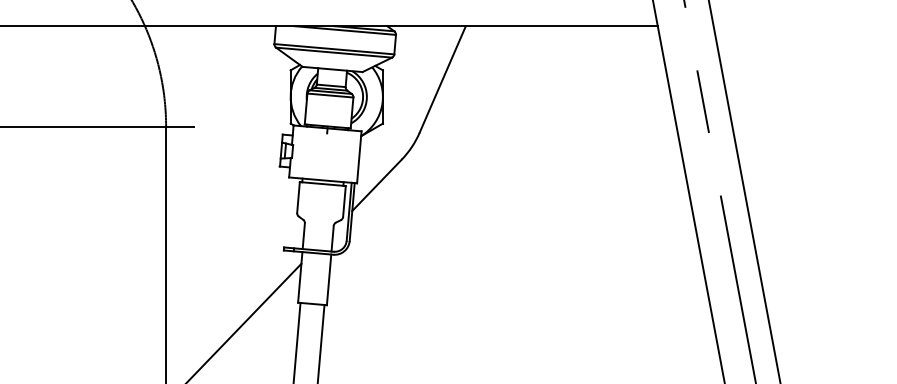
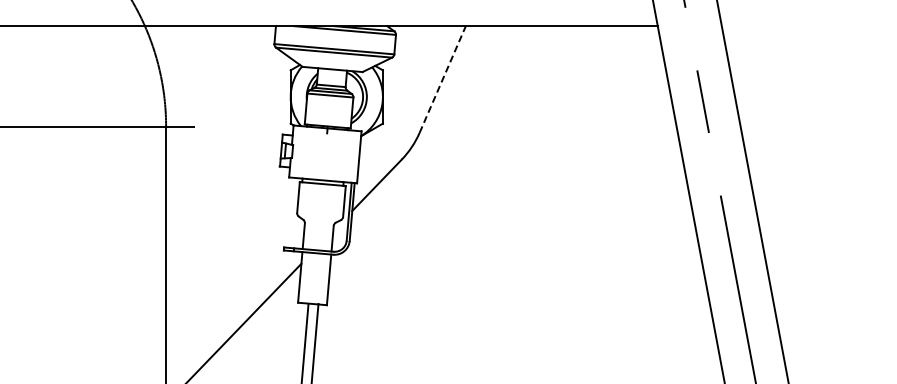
line at (442, 79): solid -> dashed
line at (744, 191) position: (744, 191) -> (752, 191)
line at (296, 341) position: (296, 341) -> (304, 341)
line at (320, 342) position: (320, 342) -> (314, 341)
